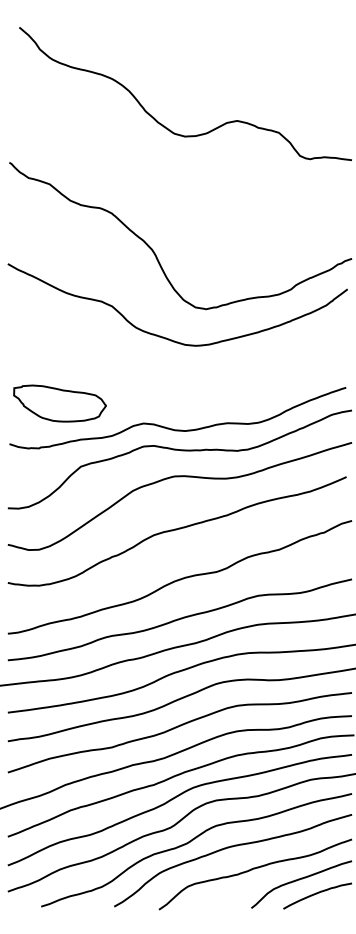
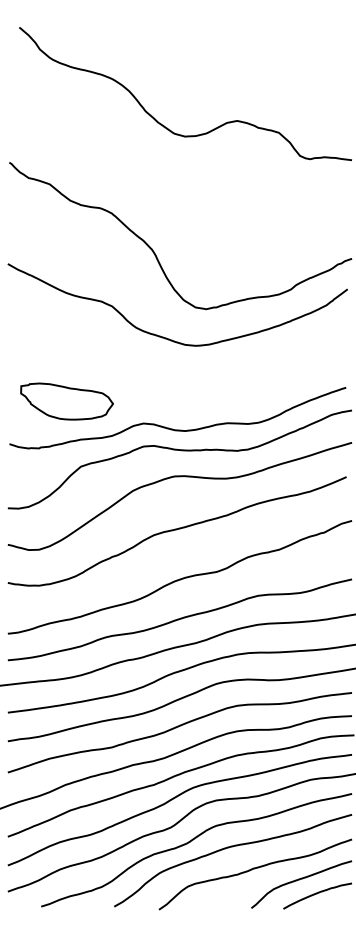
part at (59, 403) position: (59, 403) -> (66, 401)
